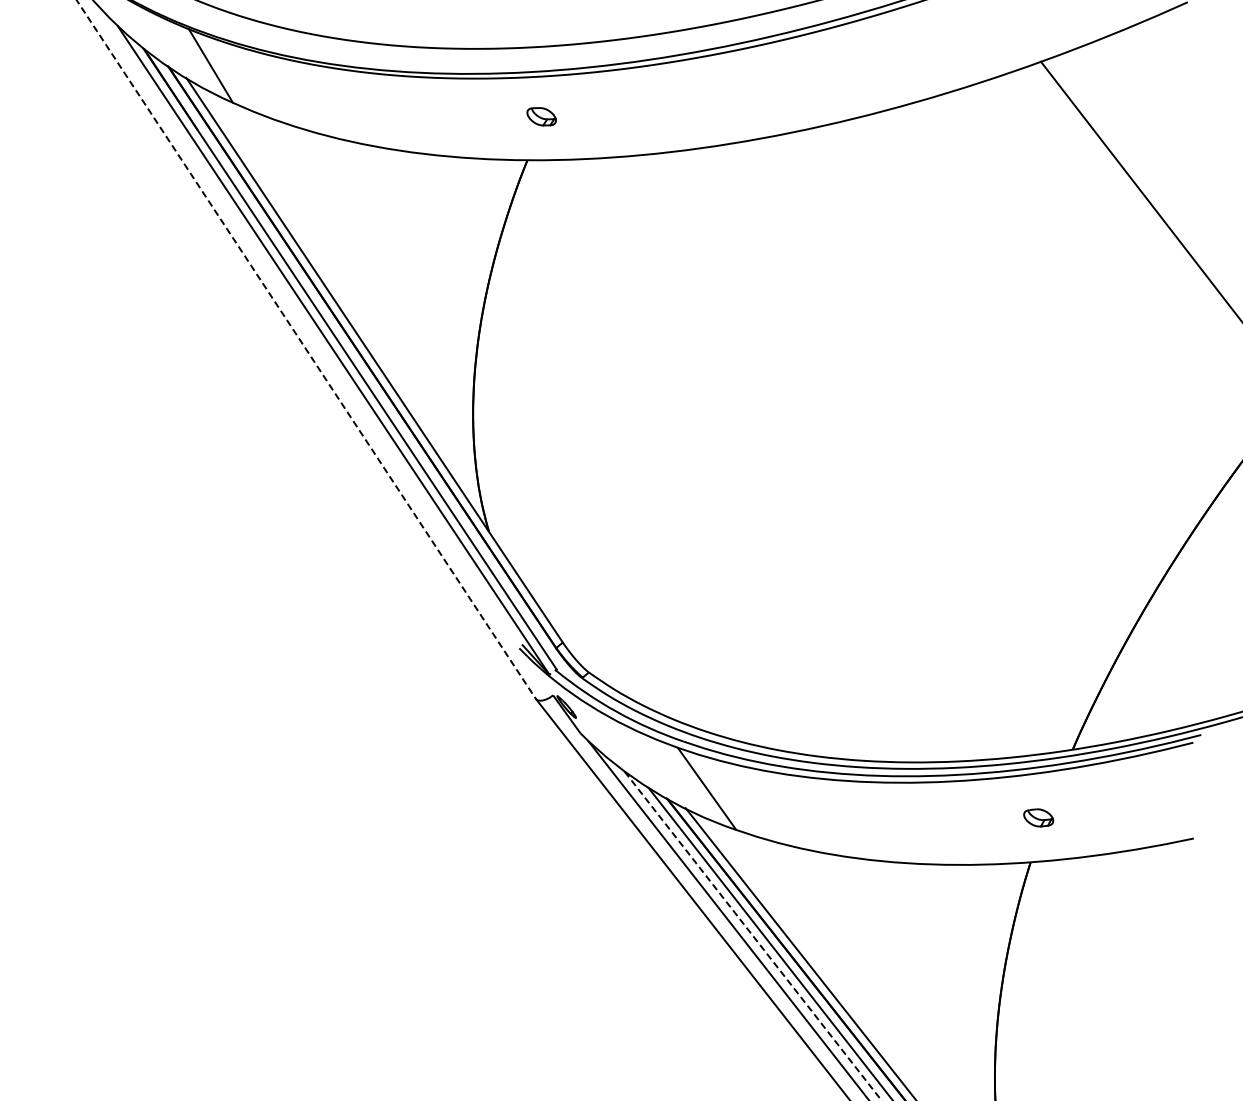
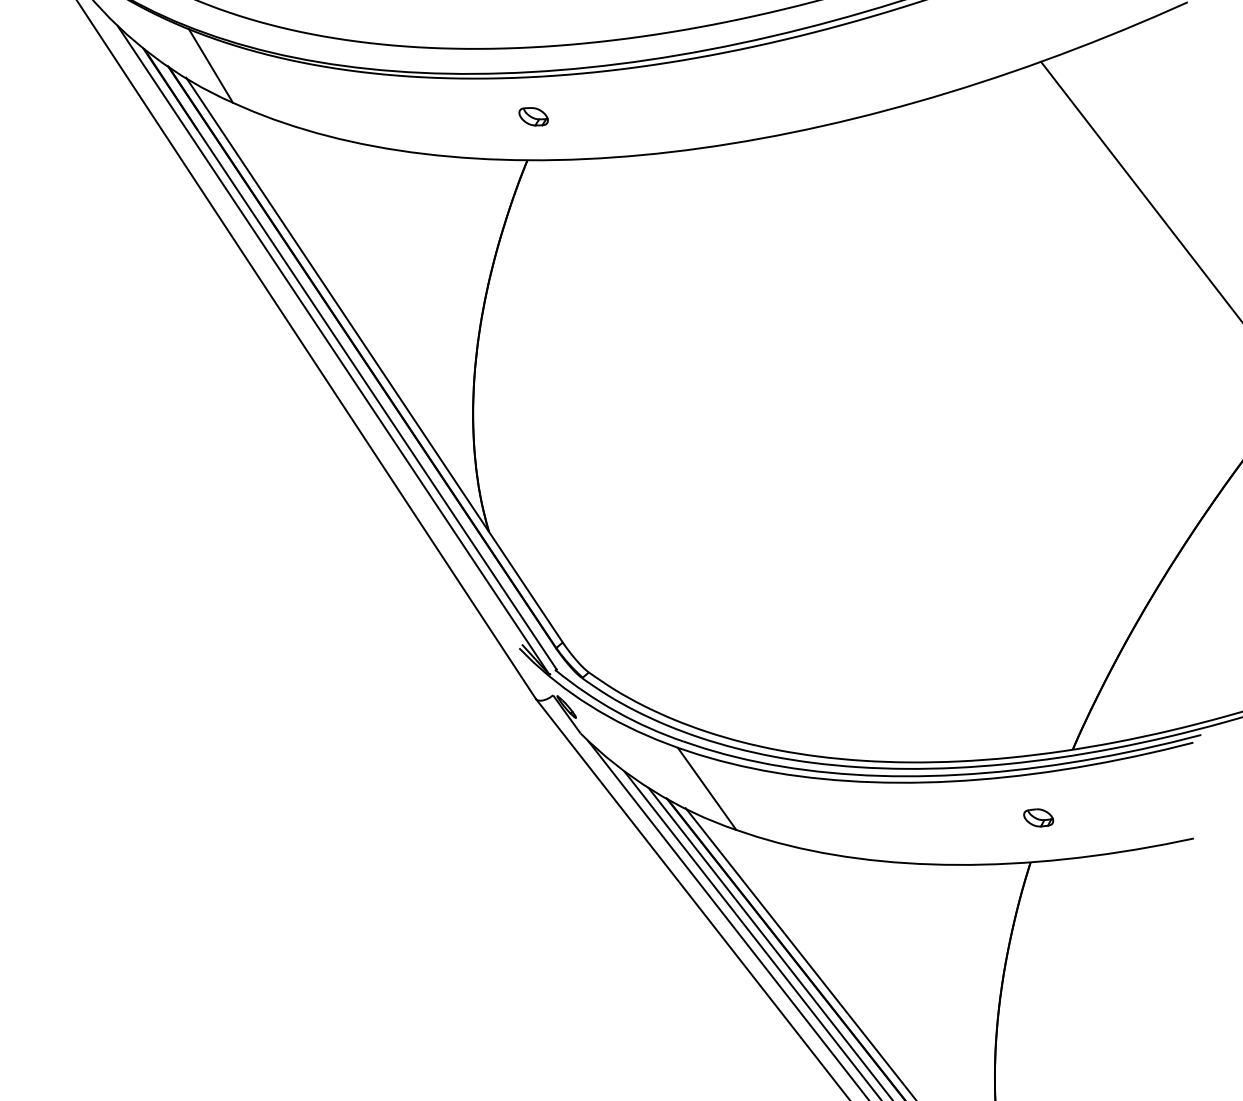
part at (541, 116) position: (541, 116) -> (533, 116)
line at (306, 349): dashed -> solid
line at (753, 936): dashed -> solid
